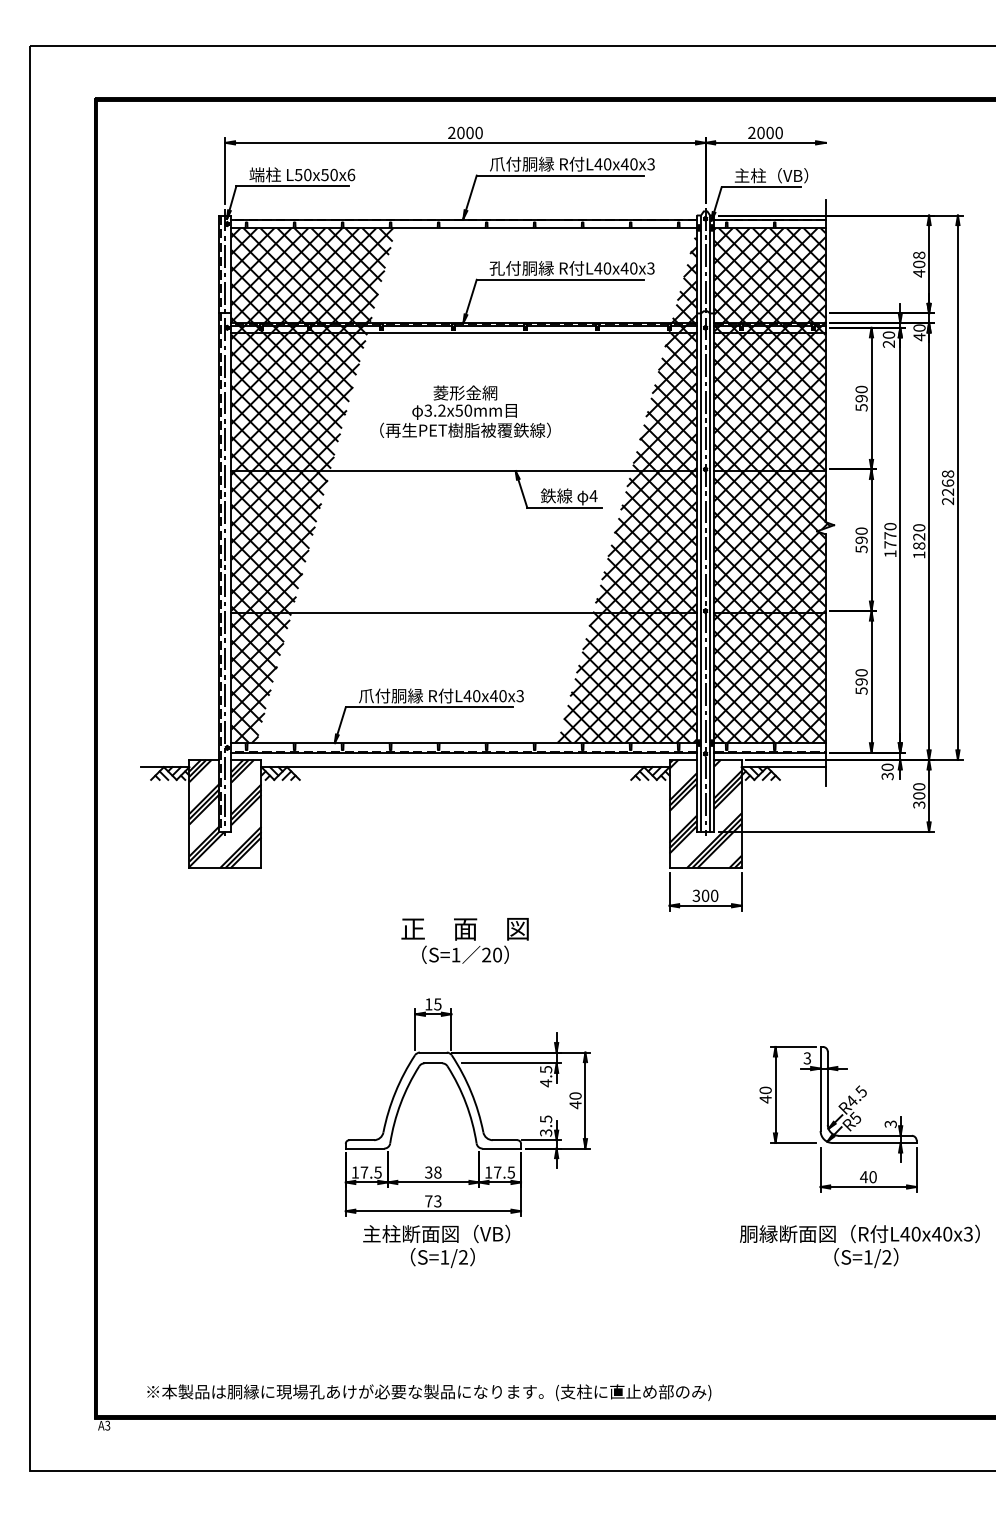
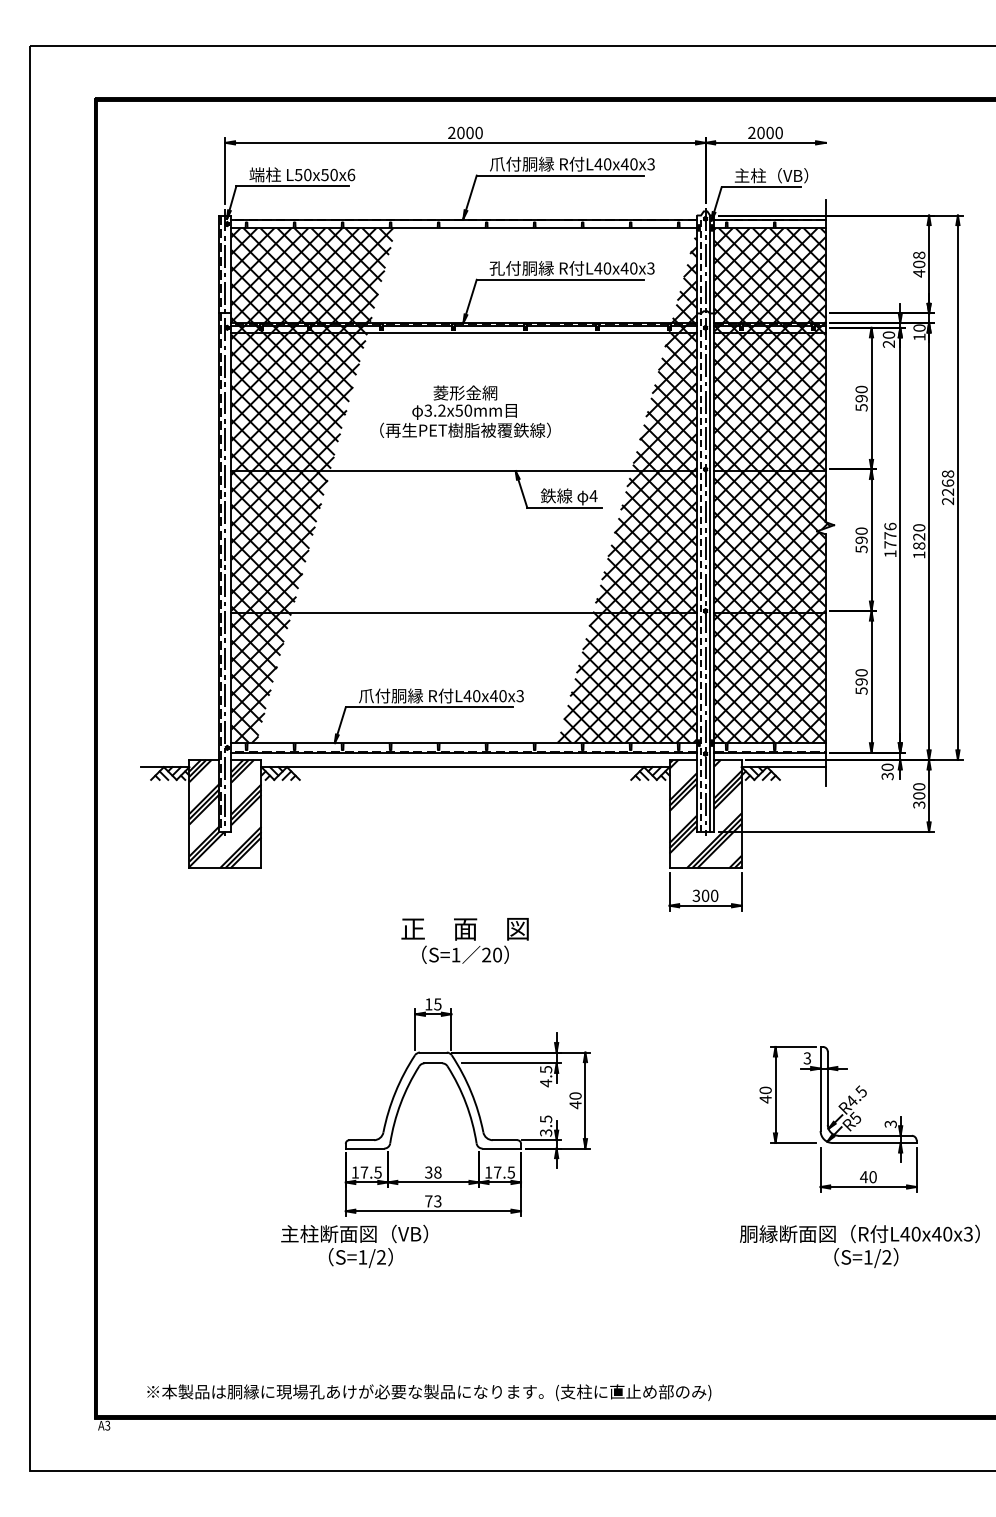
text at (919, 337): 40 -> 10
line at (701, 523): solid -> dashed
text at (890, 526): 1770 -> 1776
text at (436, 1246) position: (436, 1246) -> (354, 1246)
